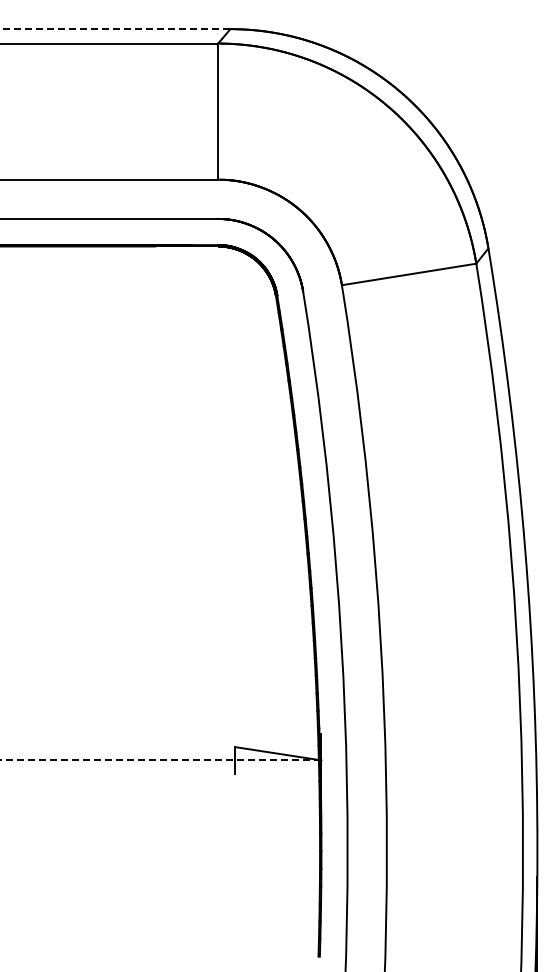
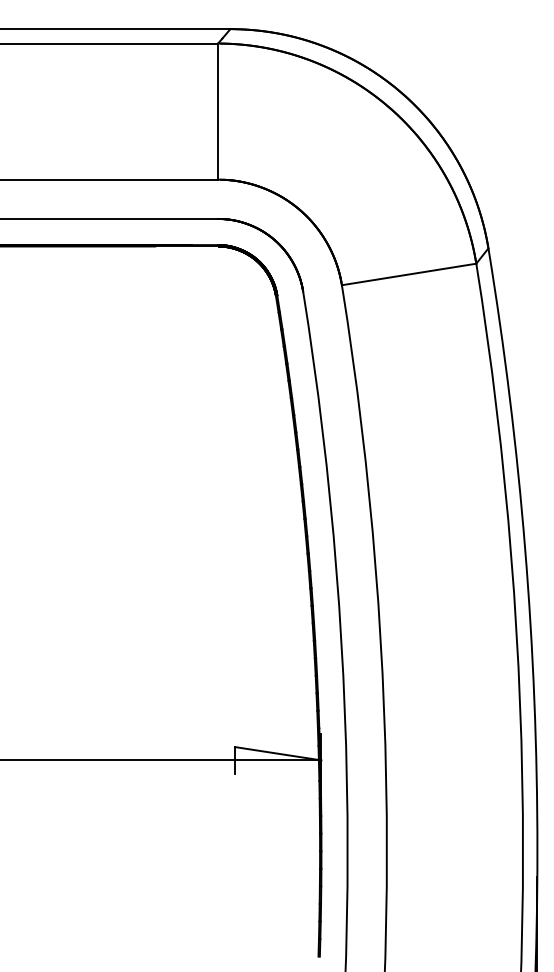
line at (115, 29): dashed -> solid
line at (160, 760): dashed -> solid
